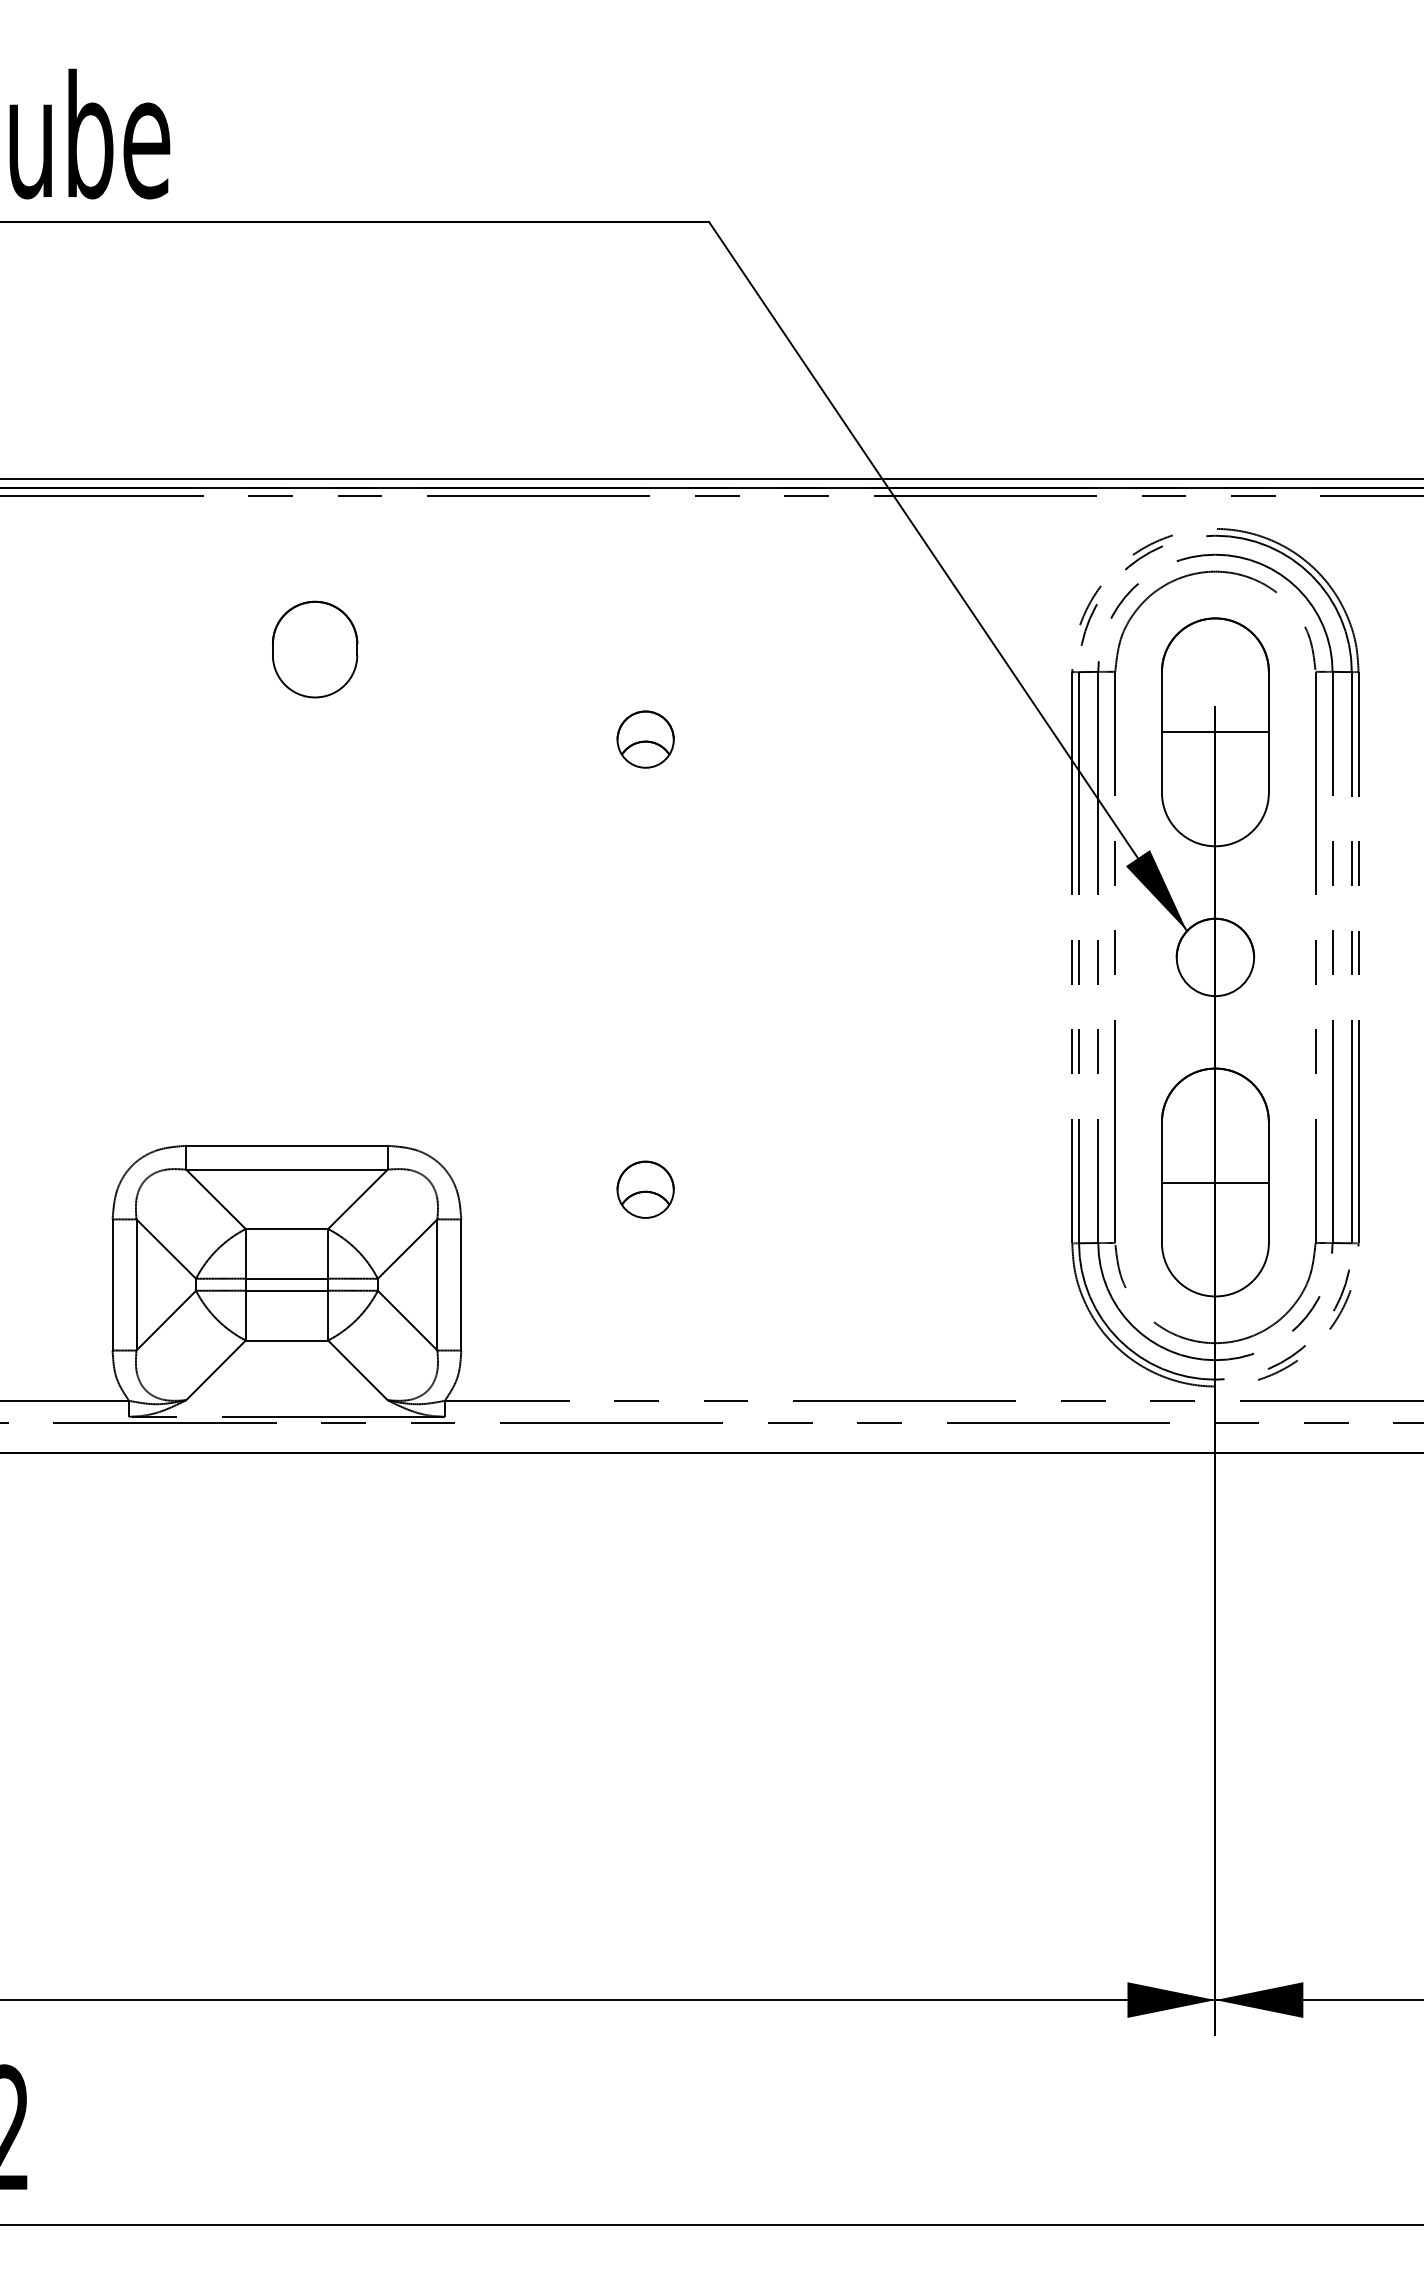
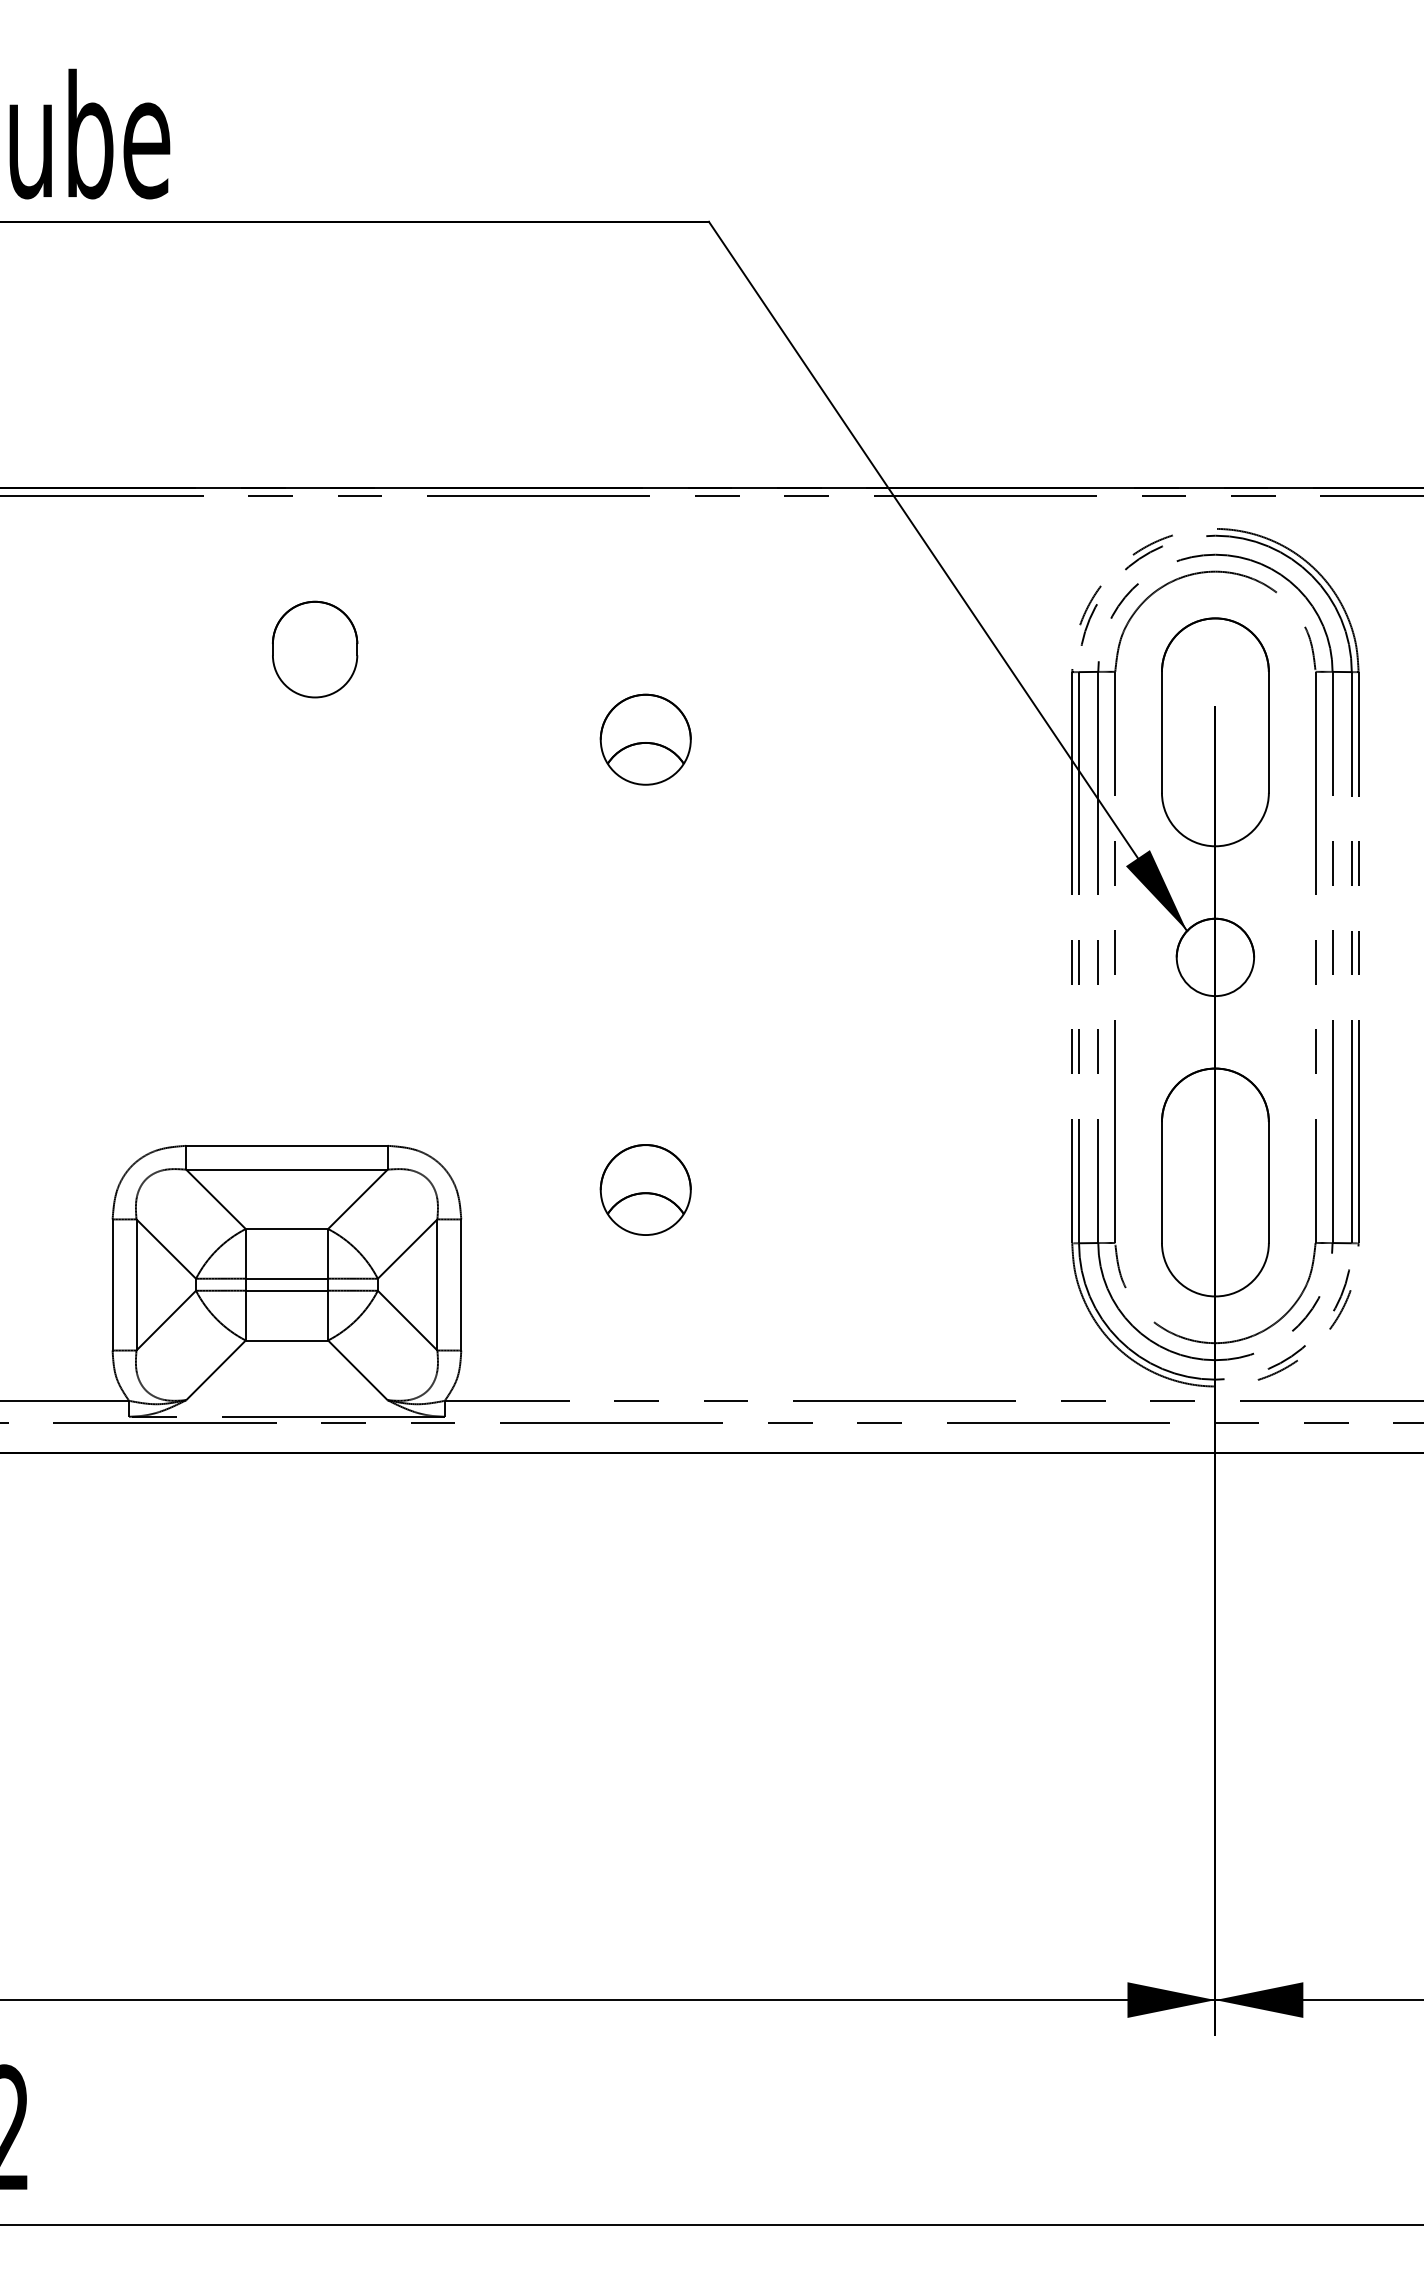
line at (711, 479): present -> none
line at (1214, 732): present -> none
part at (645, 739) size: 59x59 px -> 93x93 px
line at (1214, 1182): present -> none
part at (645, 1189) size: 59x59 px -> 93x92 px
